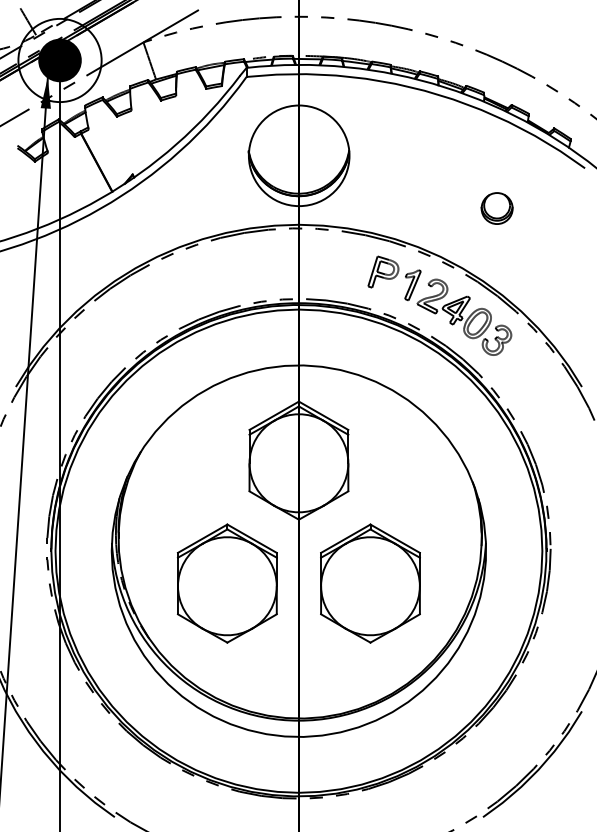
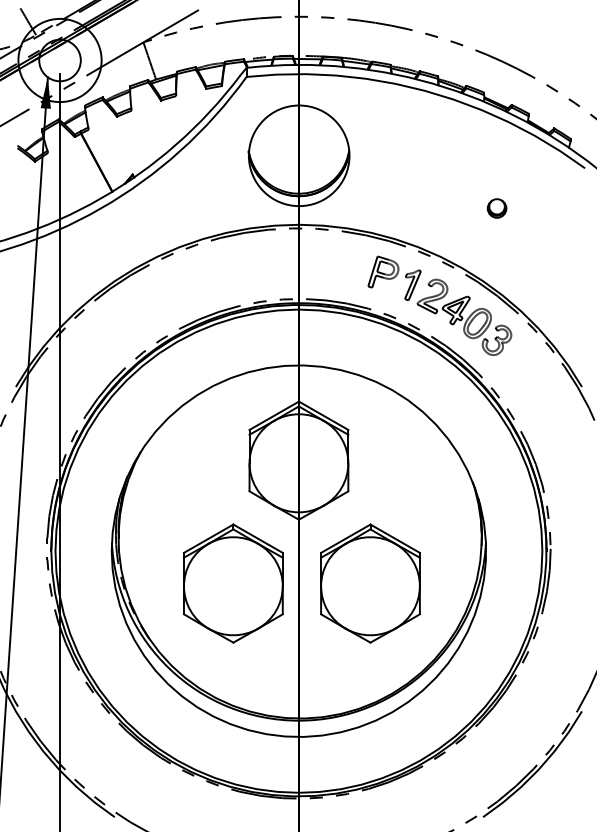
fill at (59, 60): present -> none
part at (496, 208) size: 34x33 px -> 22x21 px
part at (226, 583) position: (226, 583) -> (232, 583)
